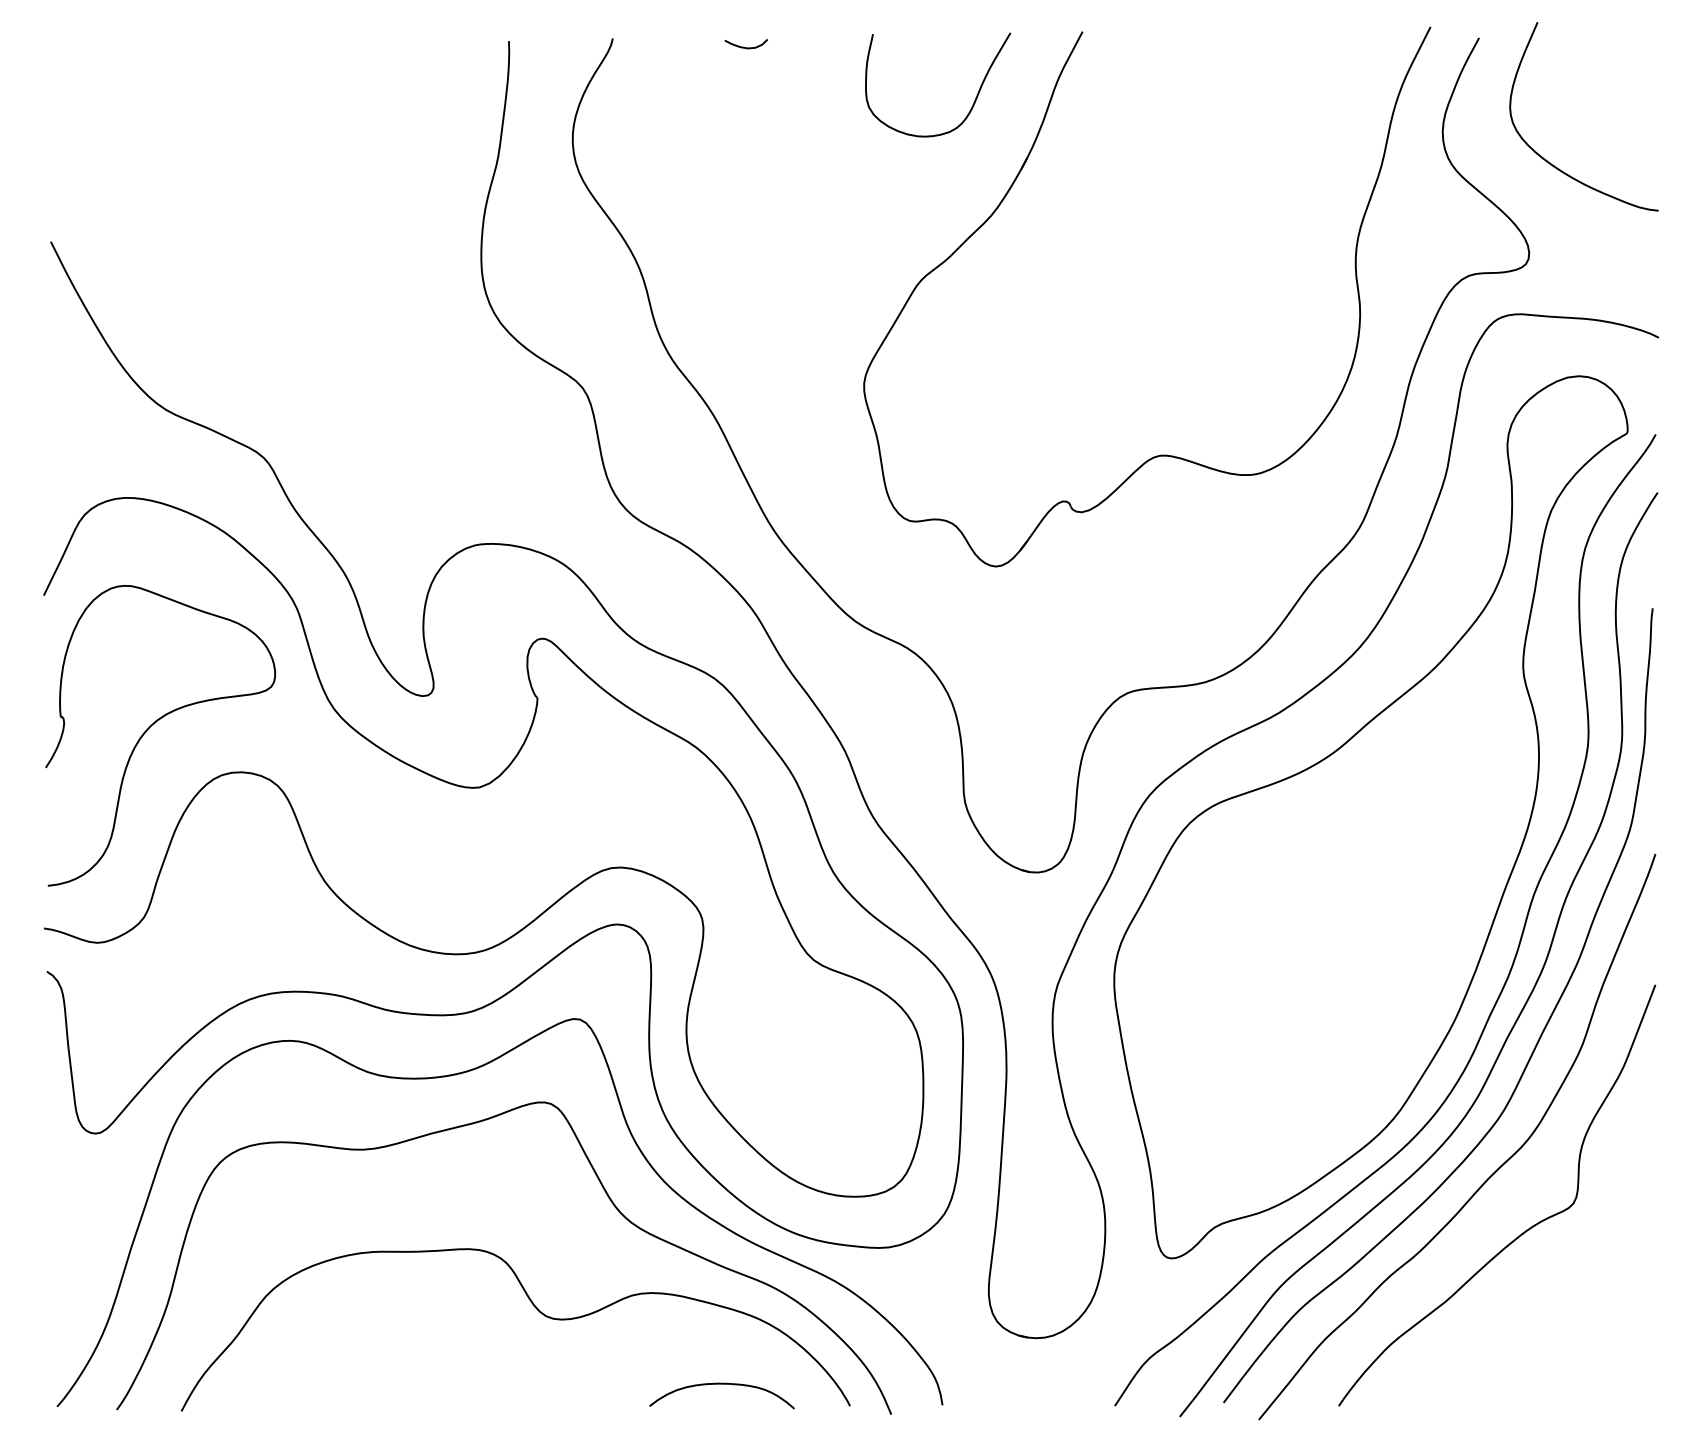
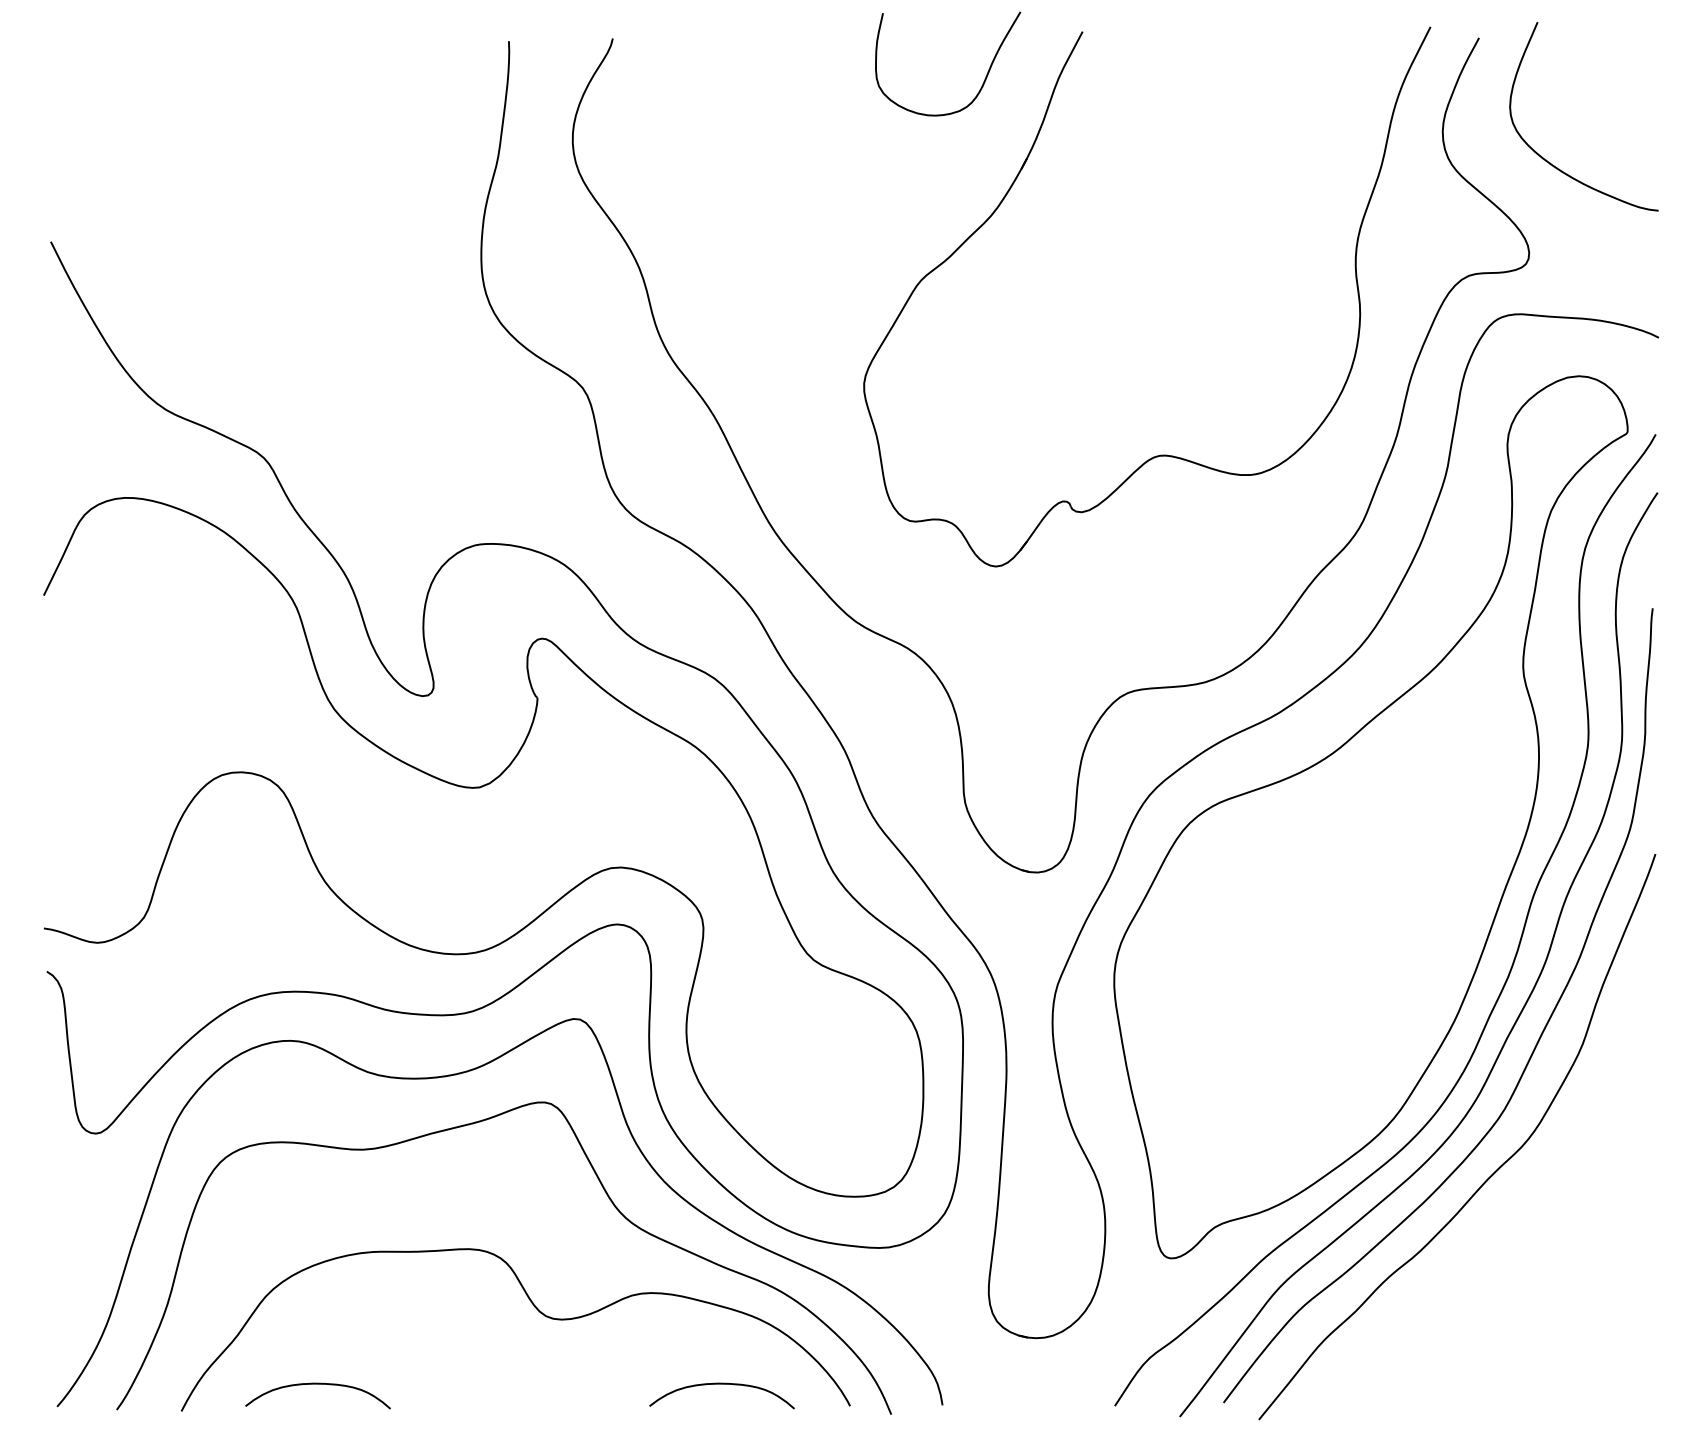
curve at (744, 46): present -> none
curve at (975, 97) position: (975, 97) -> (985, 76)
part at (154, 724): present -> none
curve at (1522, 1232): present -> none
curve at (317, 1384): none -> present
